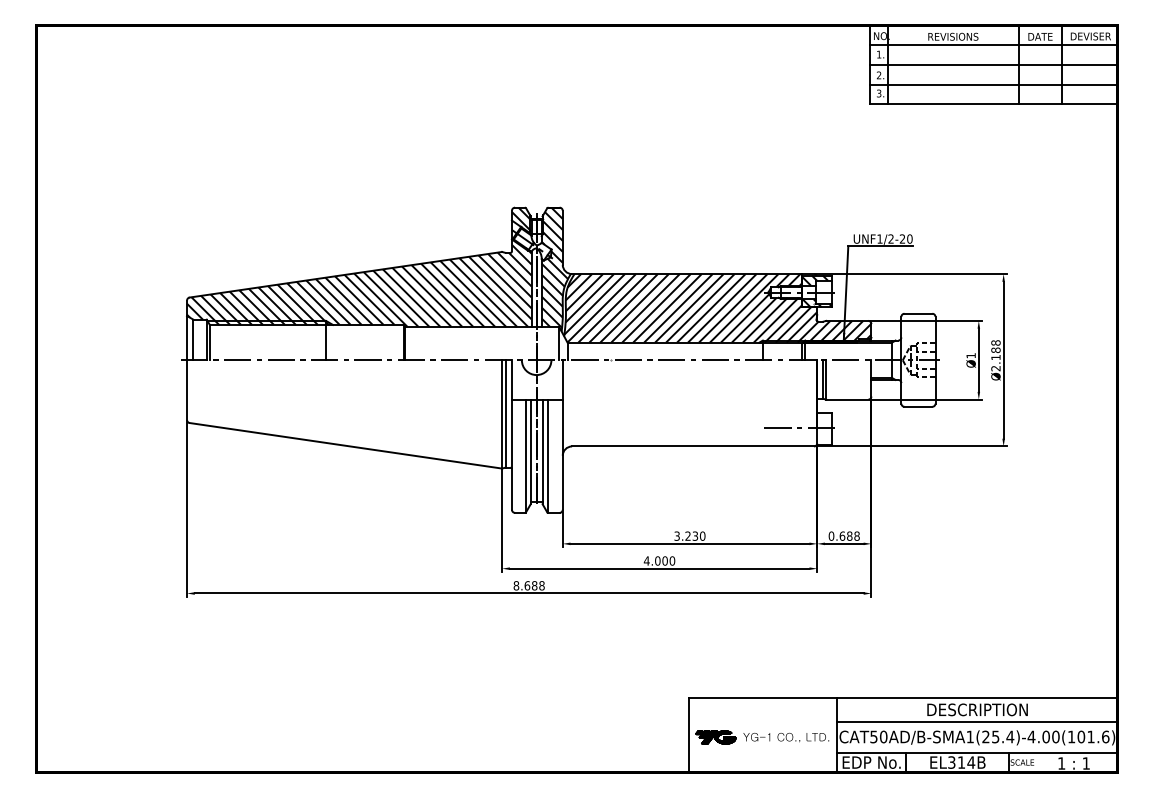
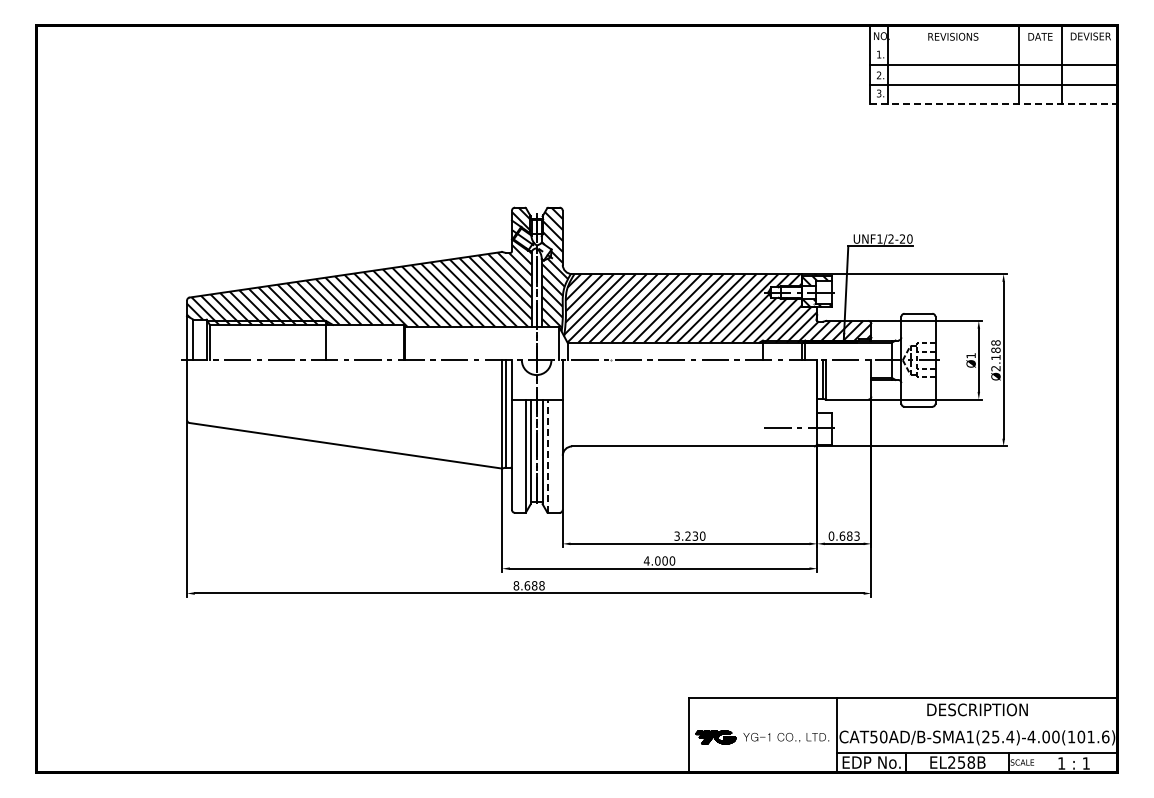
line at (993, 45): present -> none
line at (994, 104): solid -> dashed
line at (547, 456): solid -> dashed
text at (856, 535): 0.688 -> 0.683
line at (977, 721): present -> none
text at (961, 762): EL314B -> EL258B
